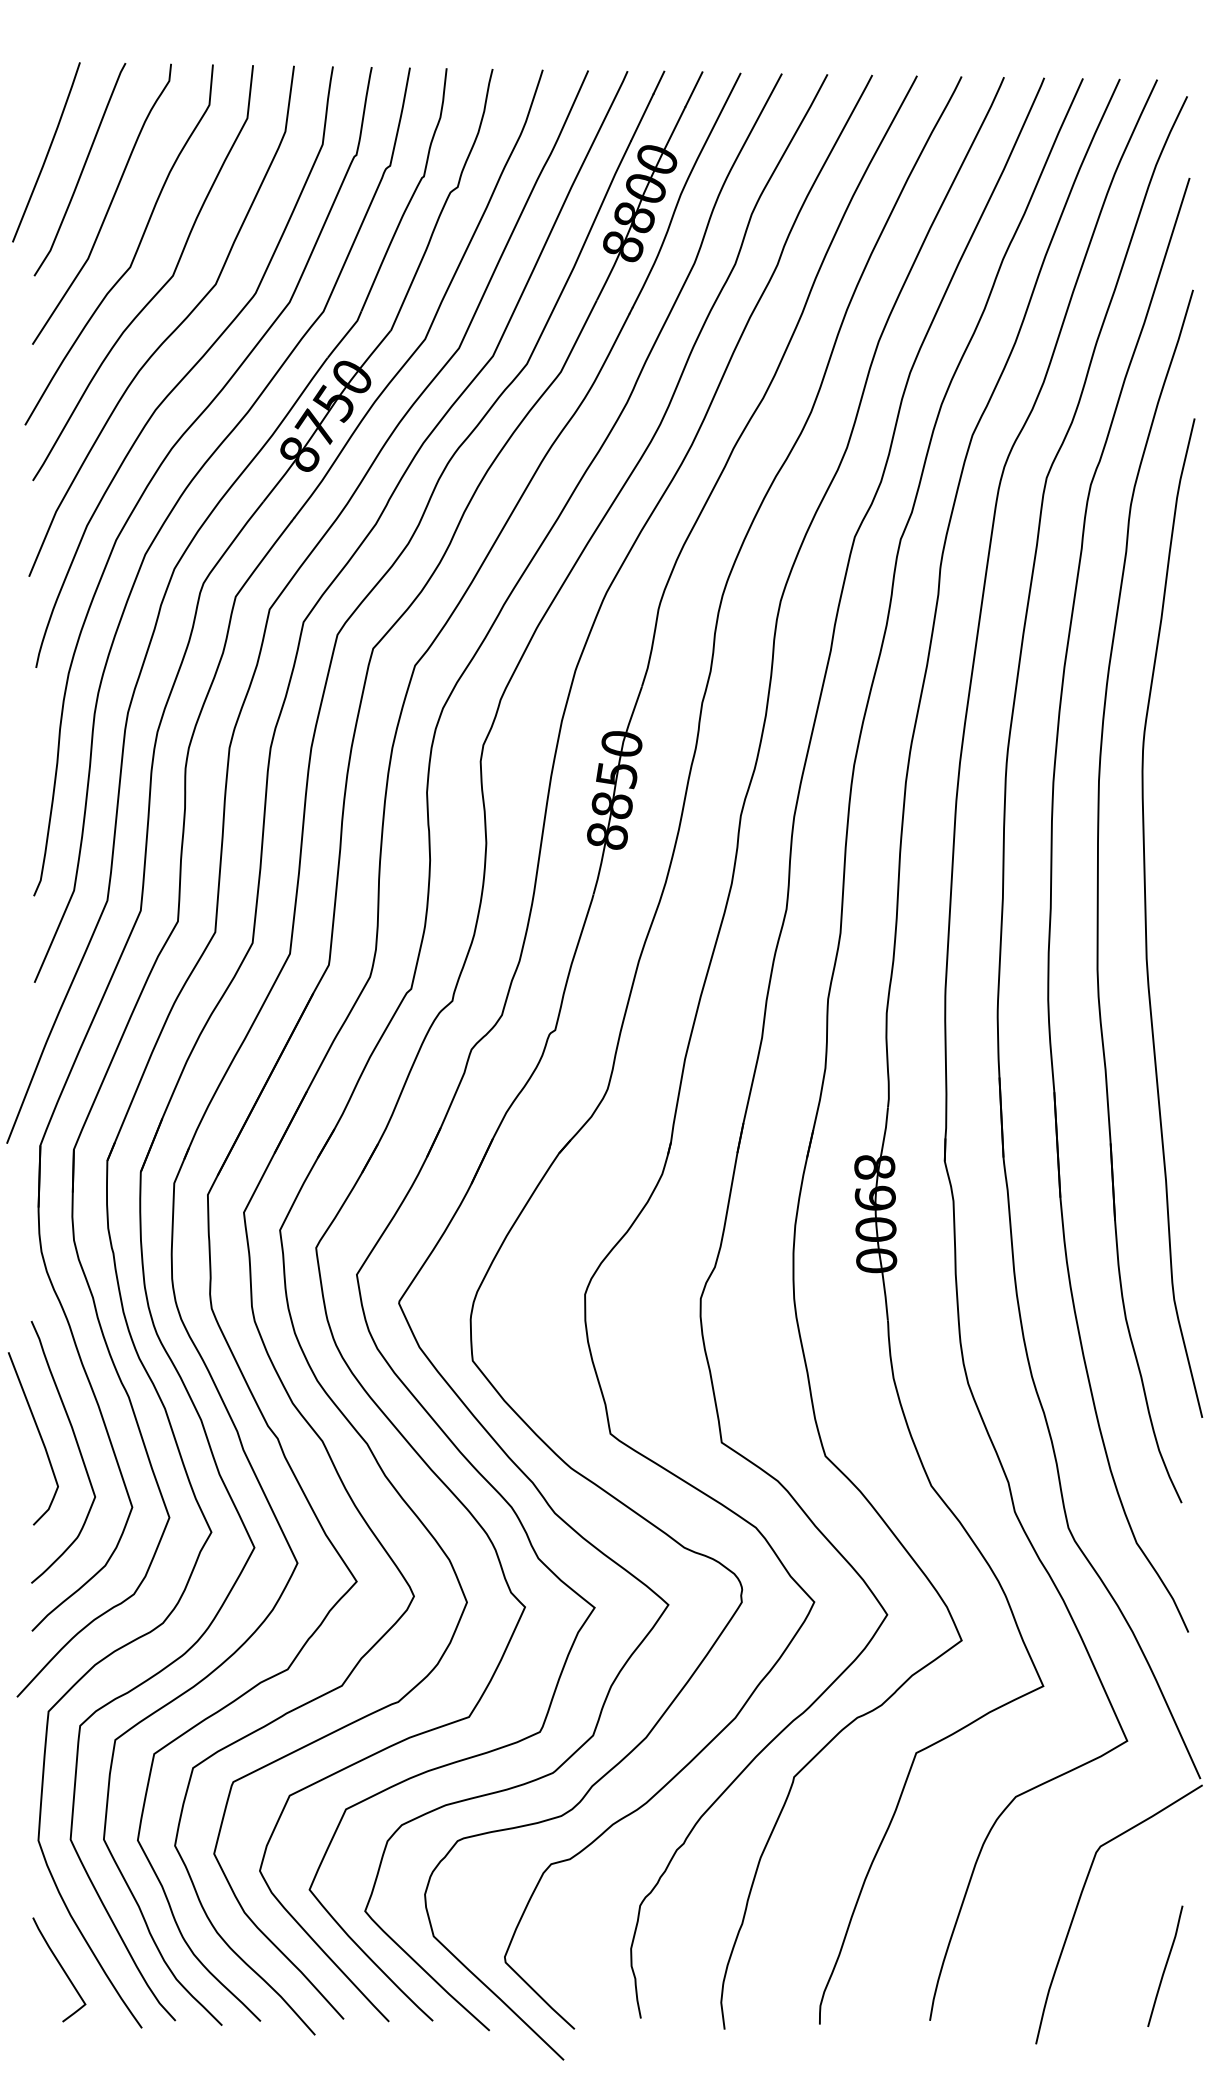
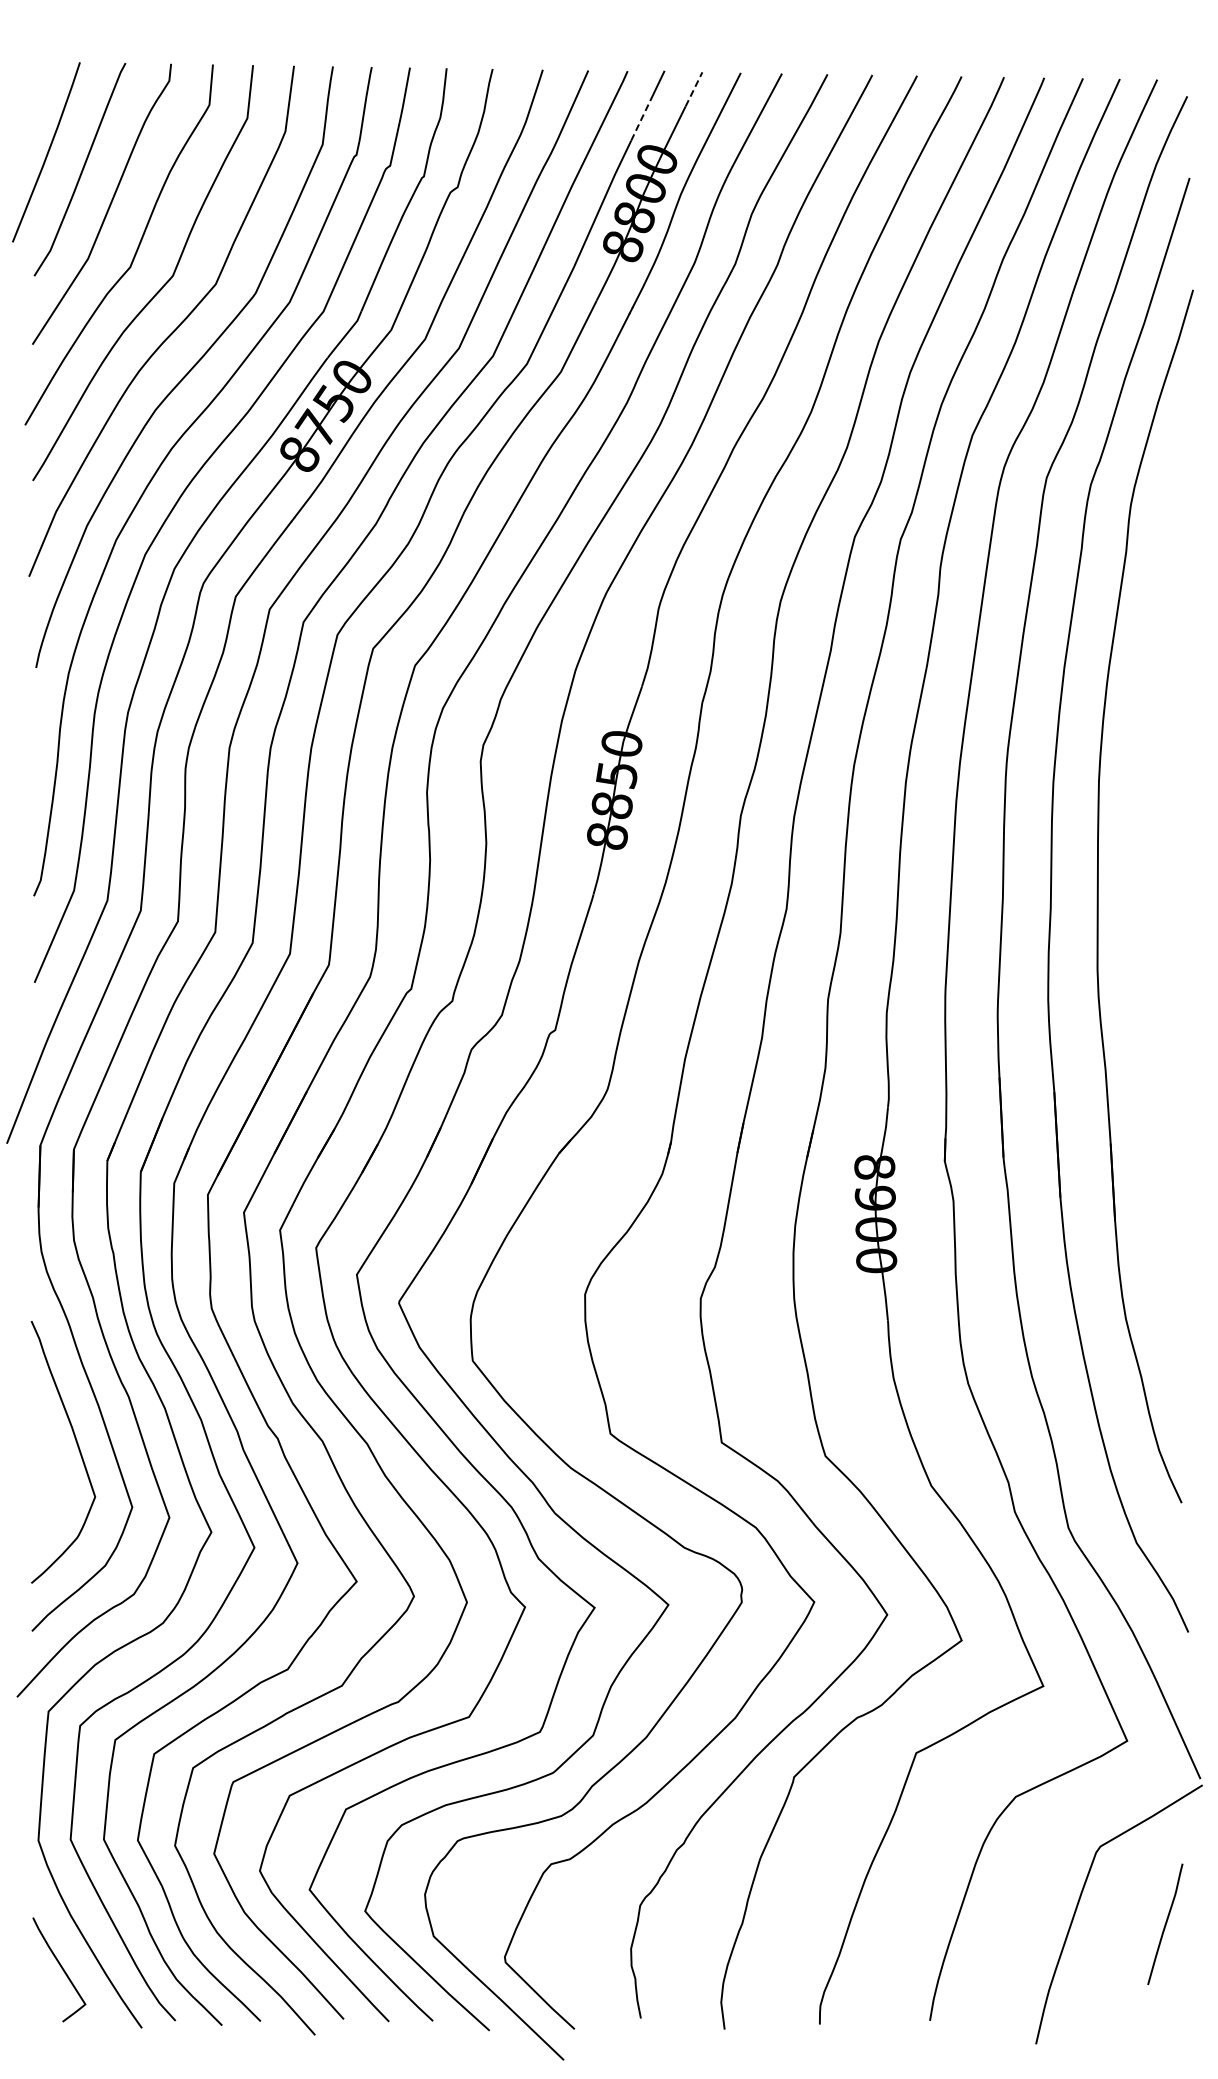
line at (694, 89): solid -> dashed
line at (642, 117): solid -> dashed
curve at (1146, 917): present -> none
curve at (39, 1436): present -> none
curve at (1165, 1966) position: (1165, 1966) -> (1165, 1924)
